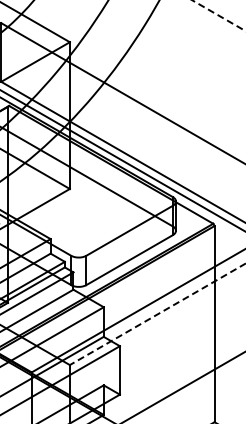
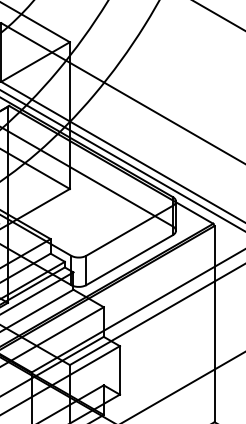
line at (219, 15): dashed -> solid
line at (157, 314): dashed -> solid
